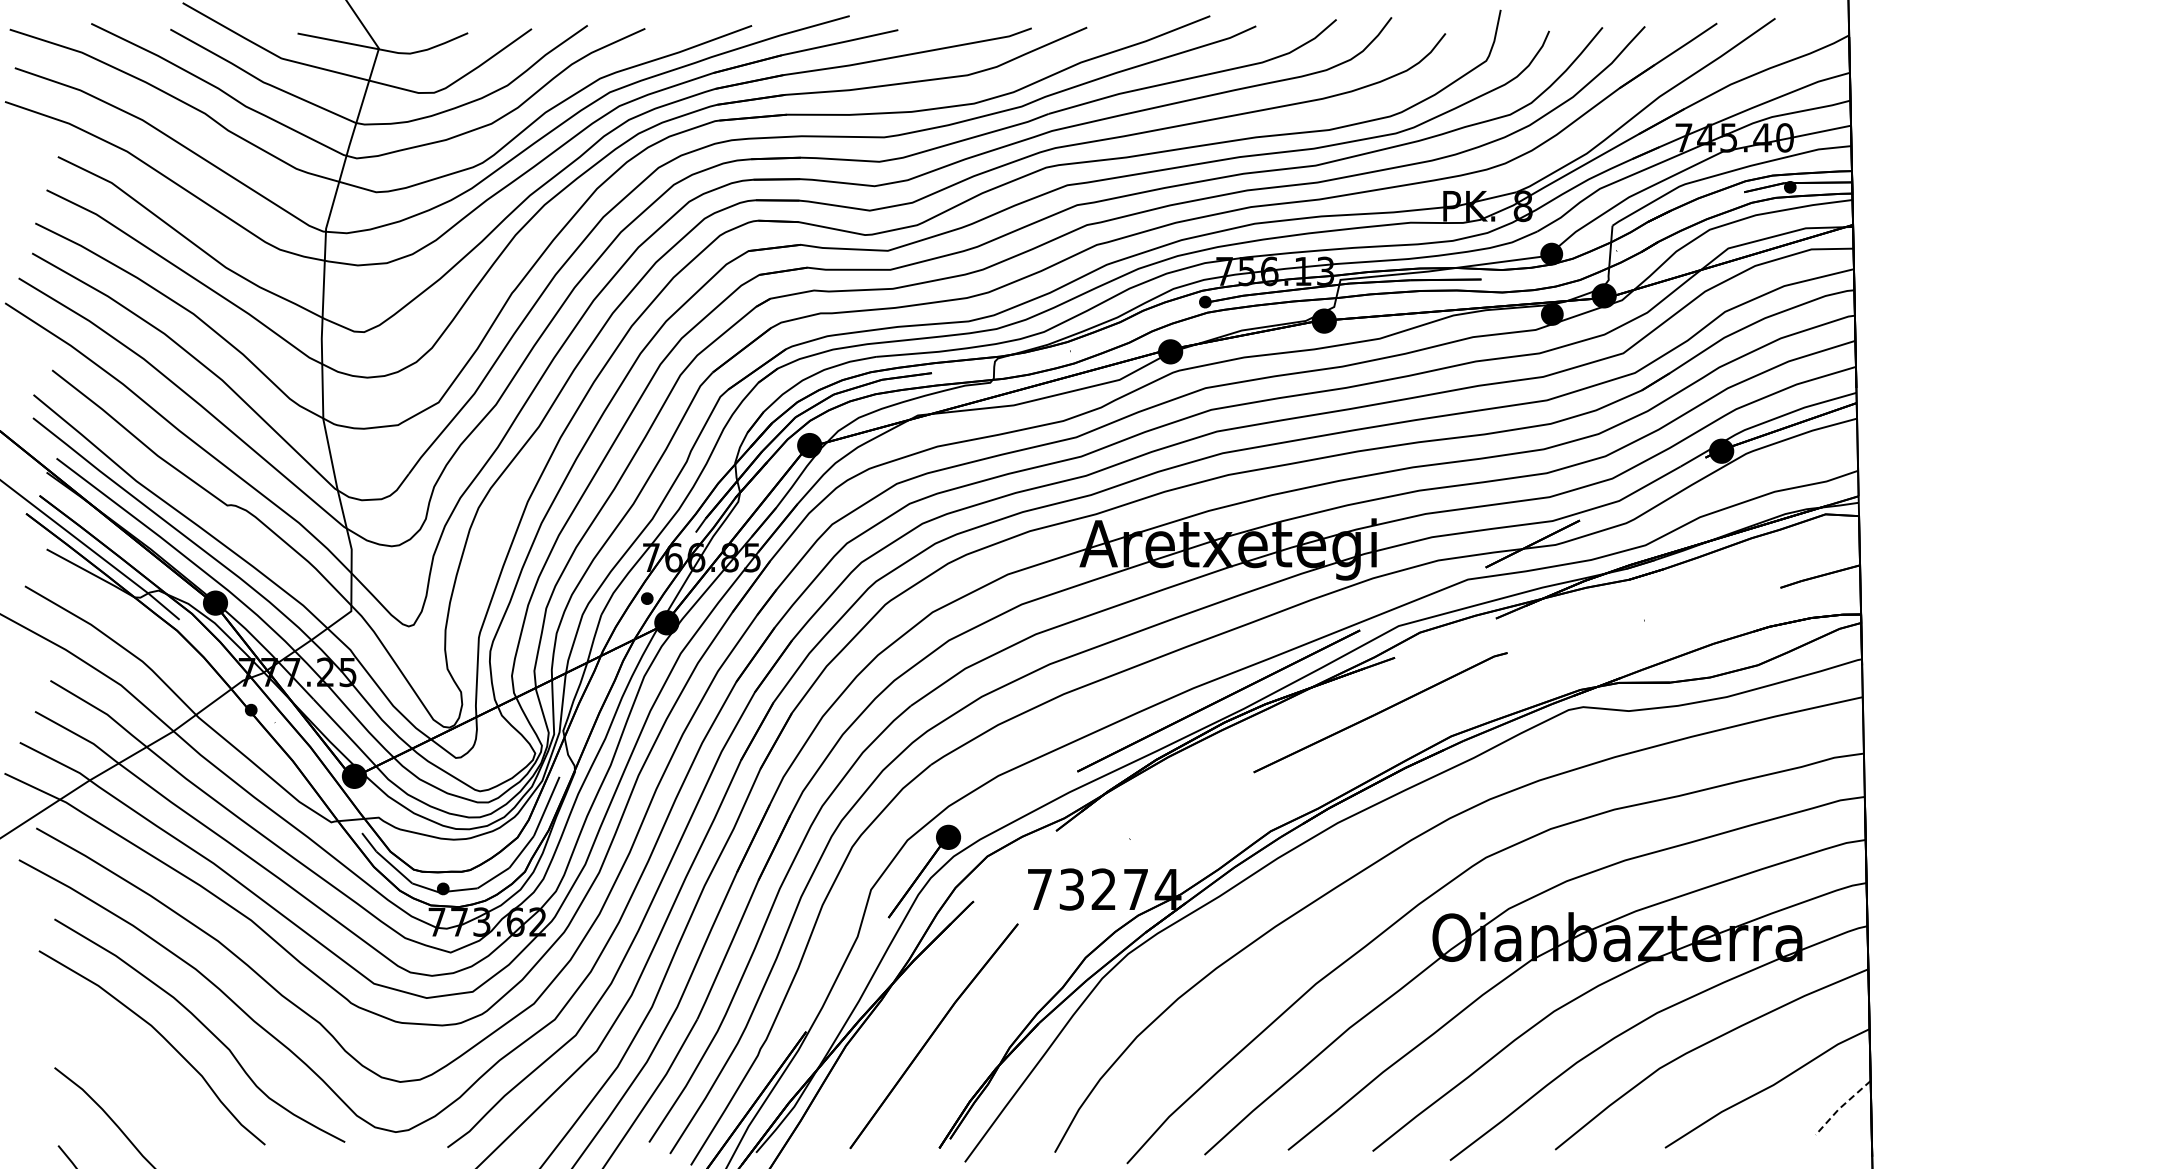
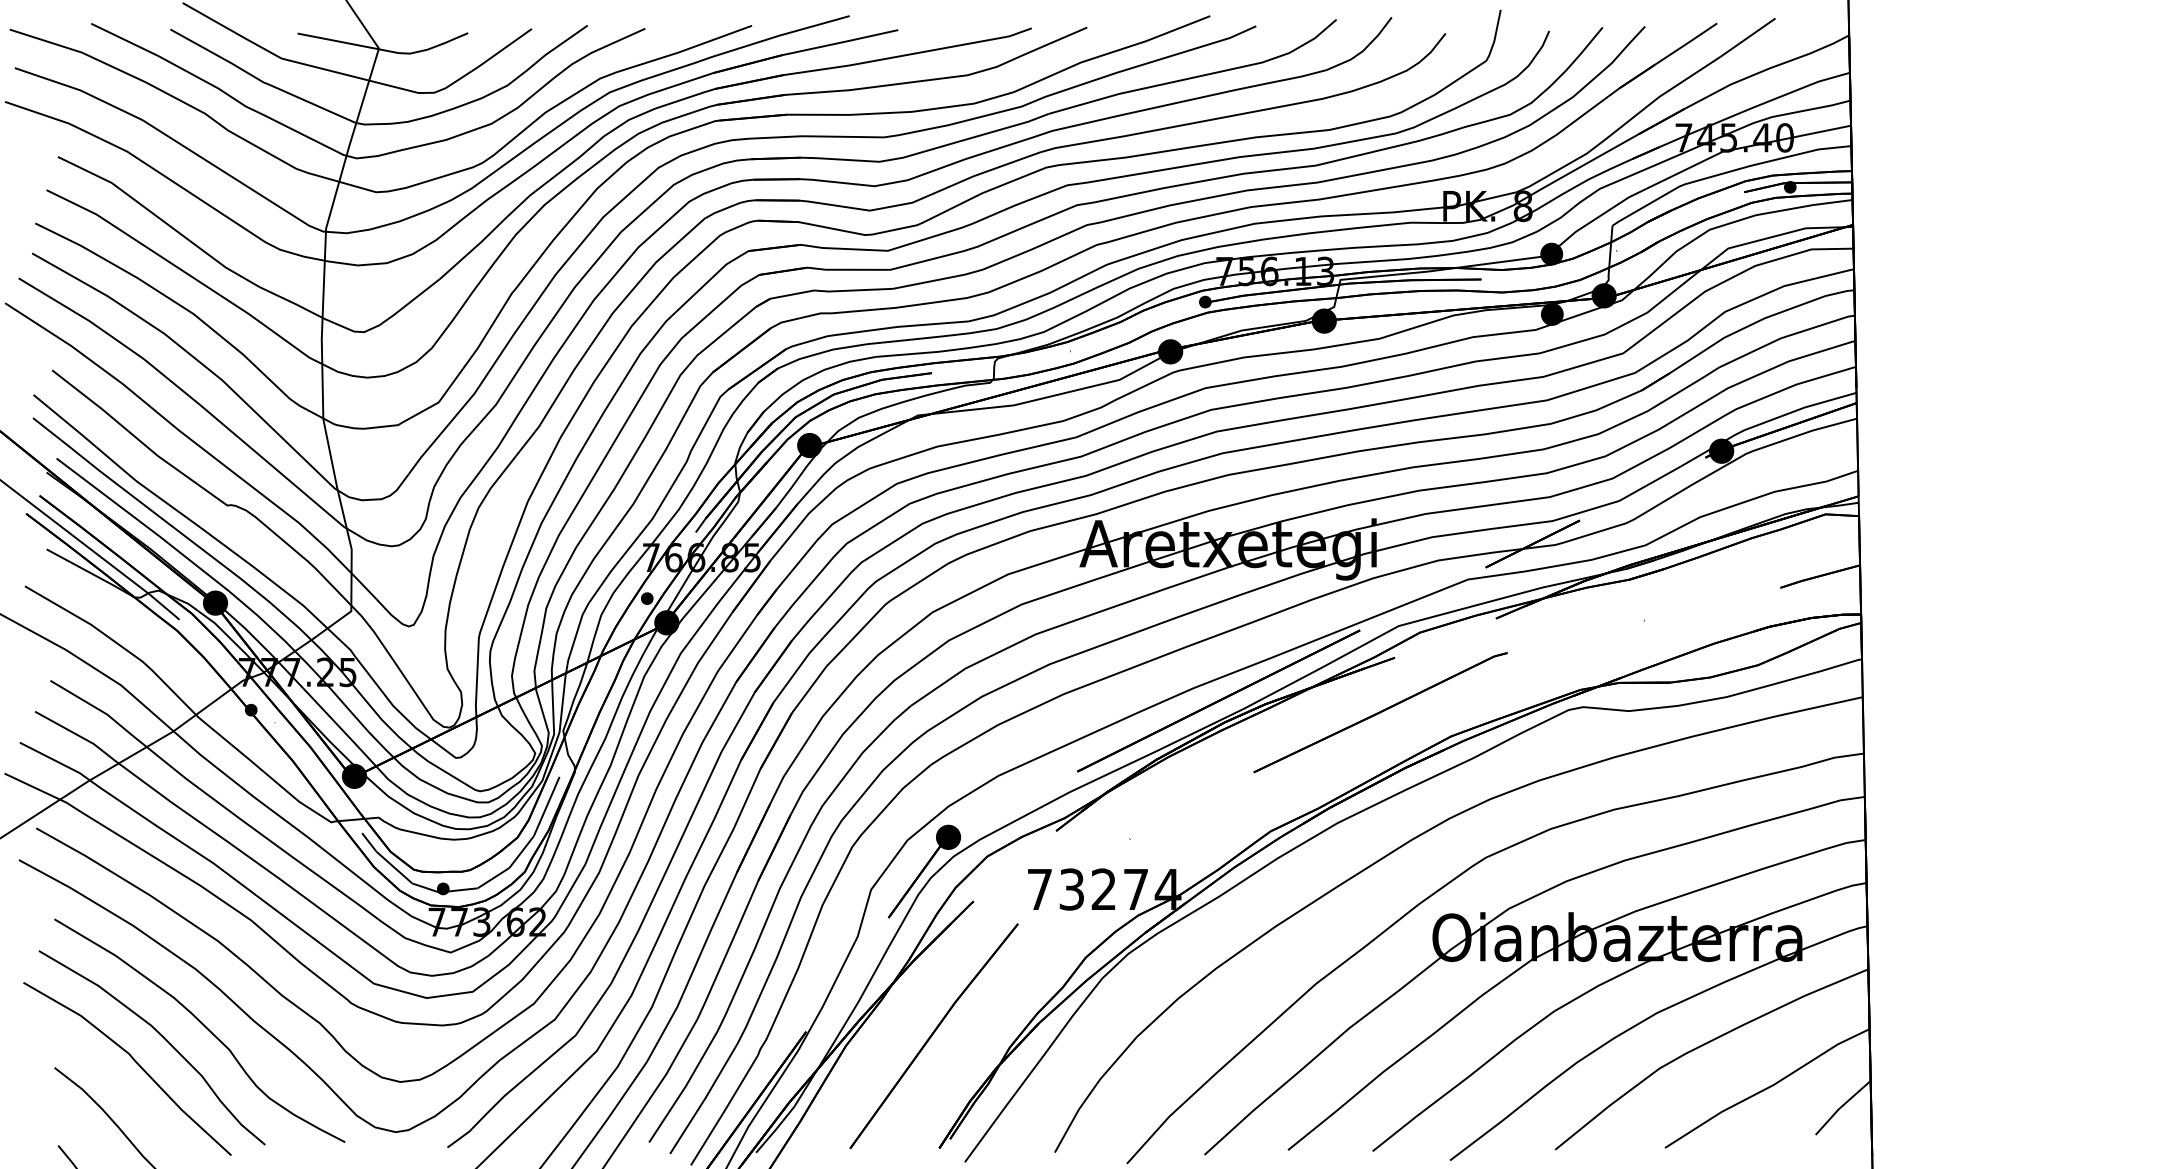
curve at (134, 1061): none -> present
line at (1840, 1107): dashed -> solid
